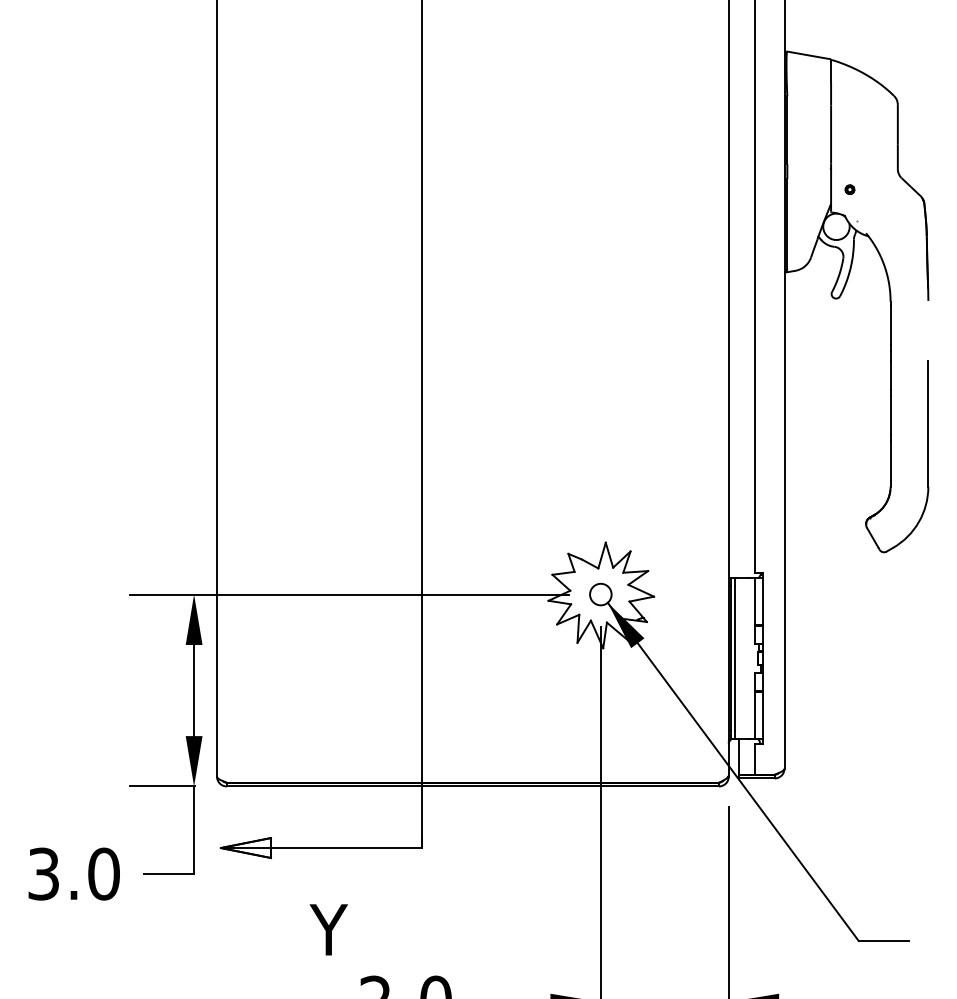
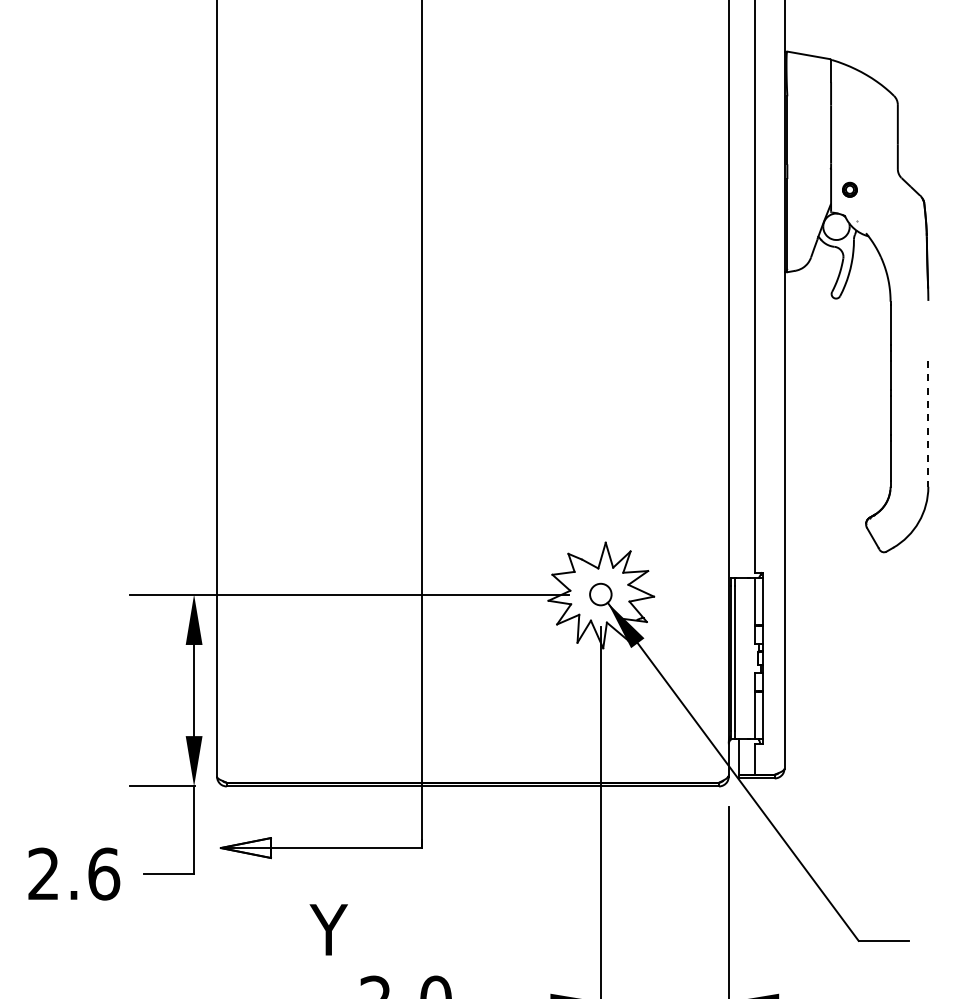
part at (849, 189) size: 12x11 px -> 16x17 px
line at (928, 423): solid -> dashed
text at (74, 873): 3.0 -> 2.6
